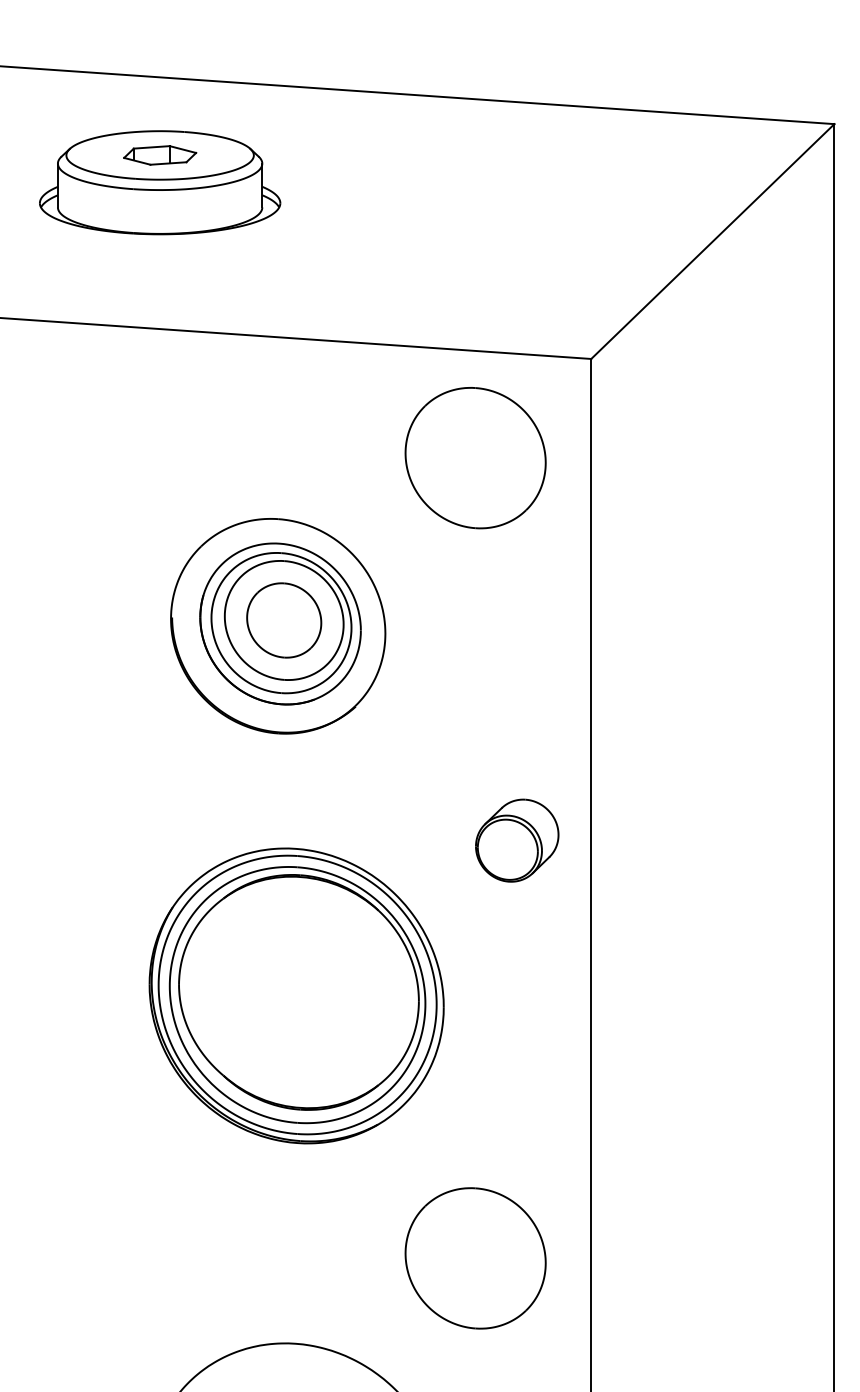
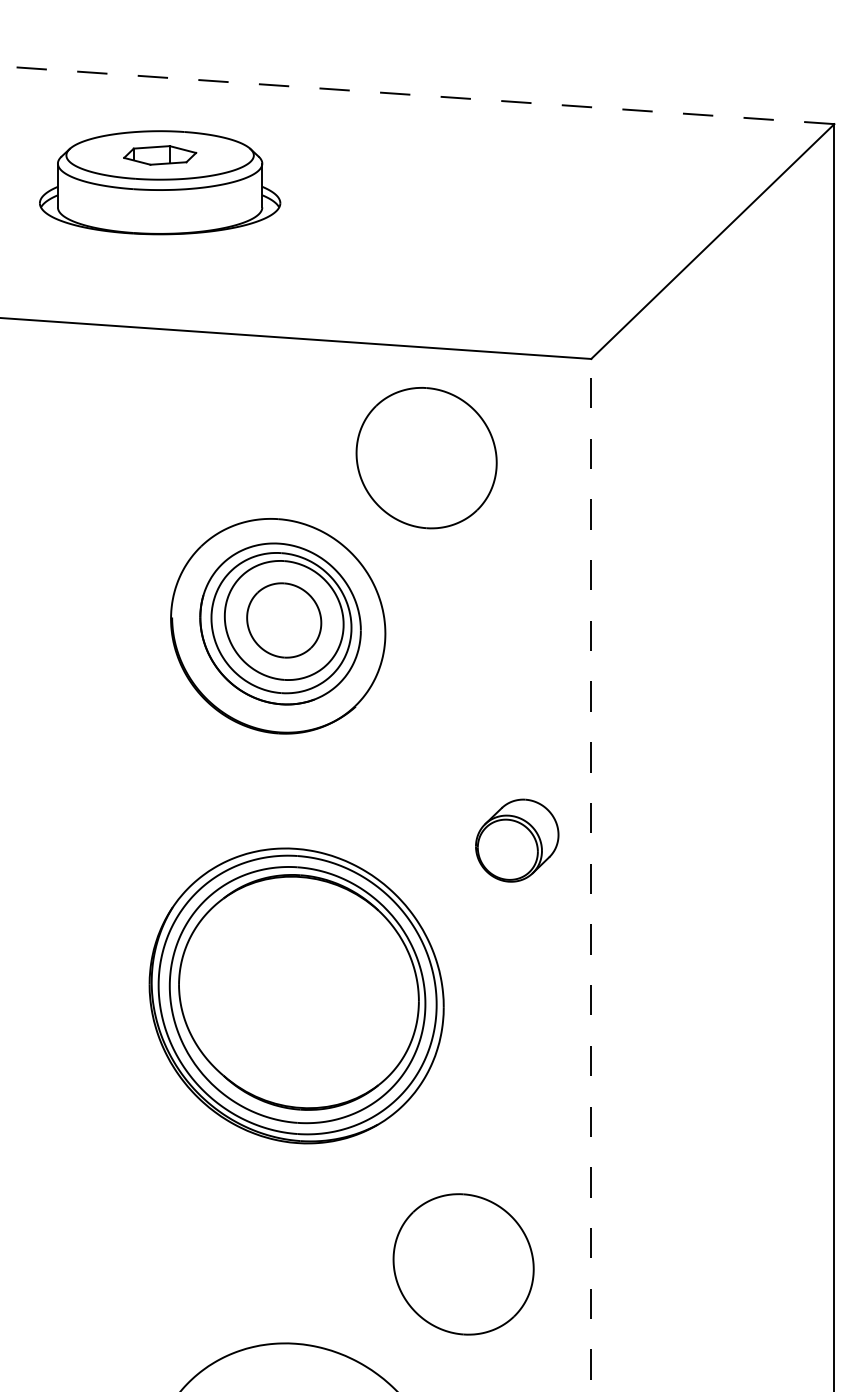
line at (417, 95): solid -> dashed
part at (475, 458) position: (475, 458) -> (426, 458)
line at (591, 874): solid -> dashed
part at (475, 1258) position: (475, 1258) -> (463, 1264)
